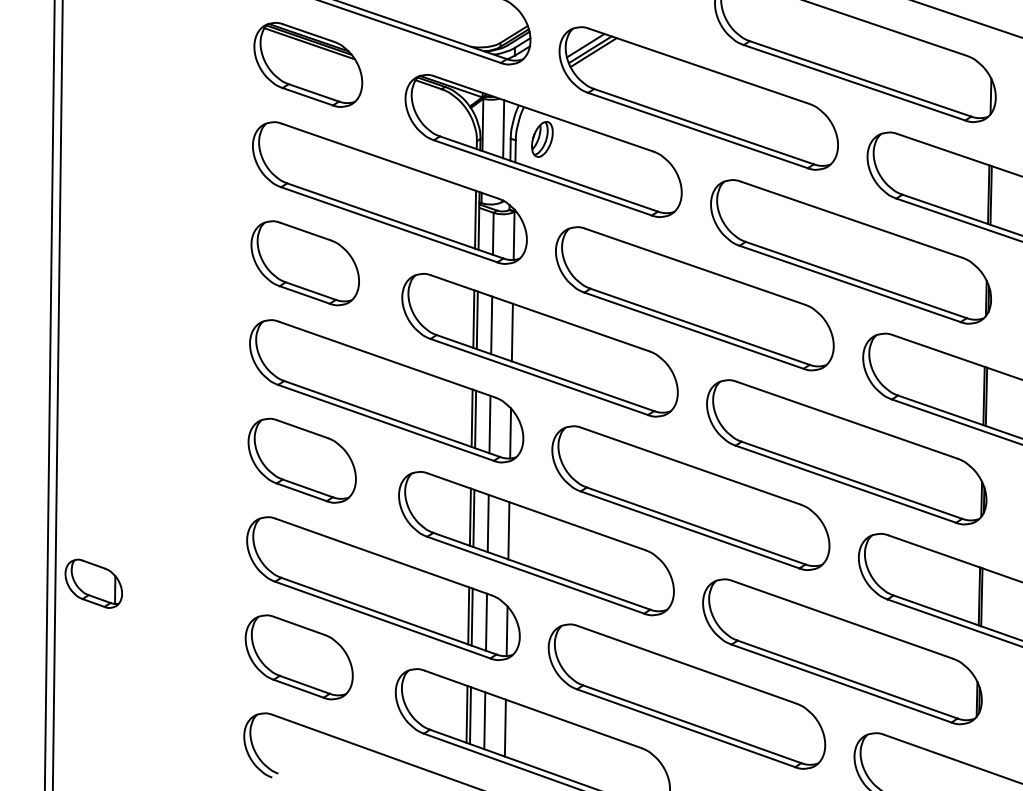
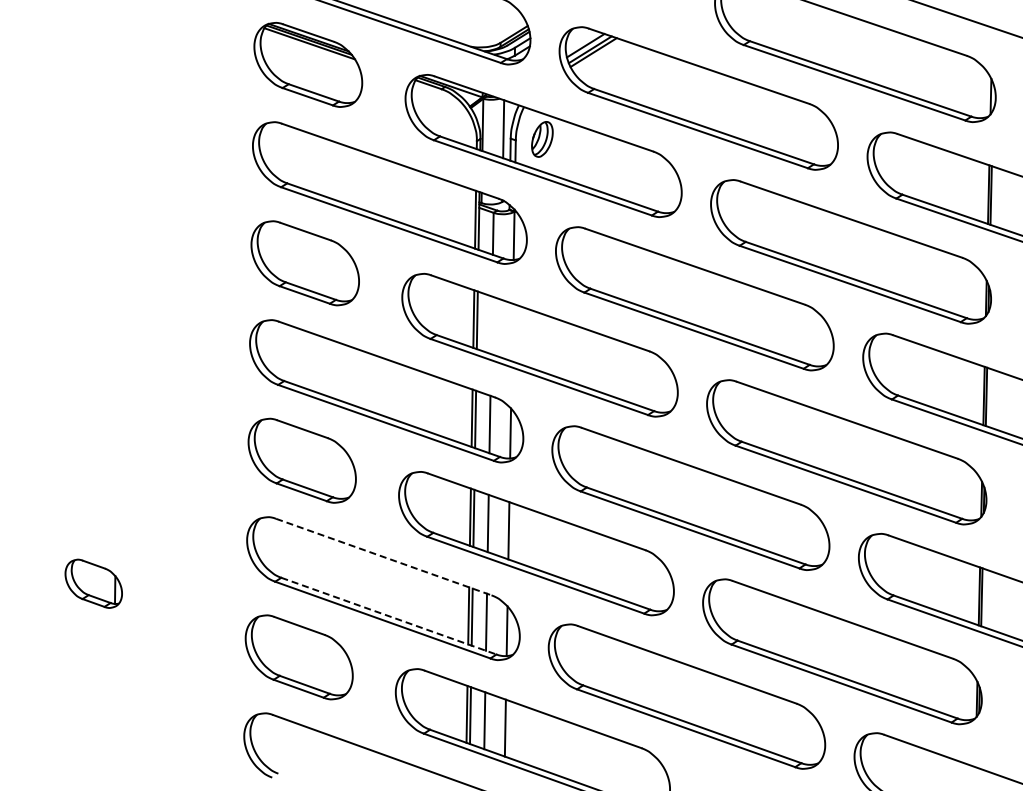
line at (491, 325): present -> none
line at (511, 332): present -> none
line at (49, 394): present -> none
line at (57, 394): present -> none
line at (384, 557): solid -> dashed
line at (389, 616): solid -> dashed
